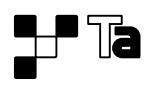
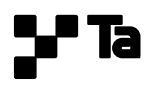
fill at (104, 36): none -> present
fill at (45, 46): none -> present
